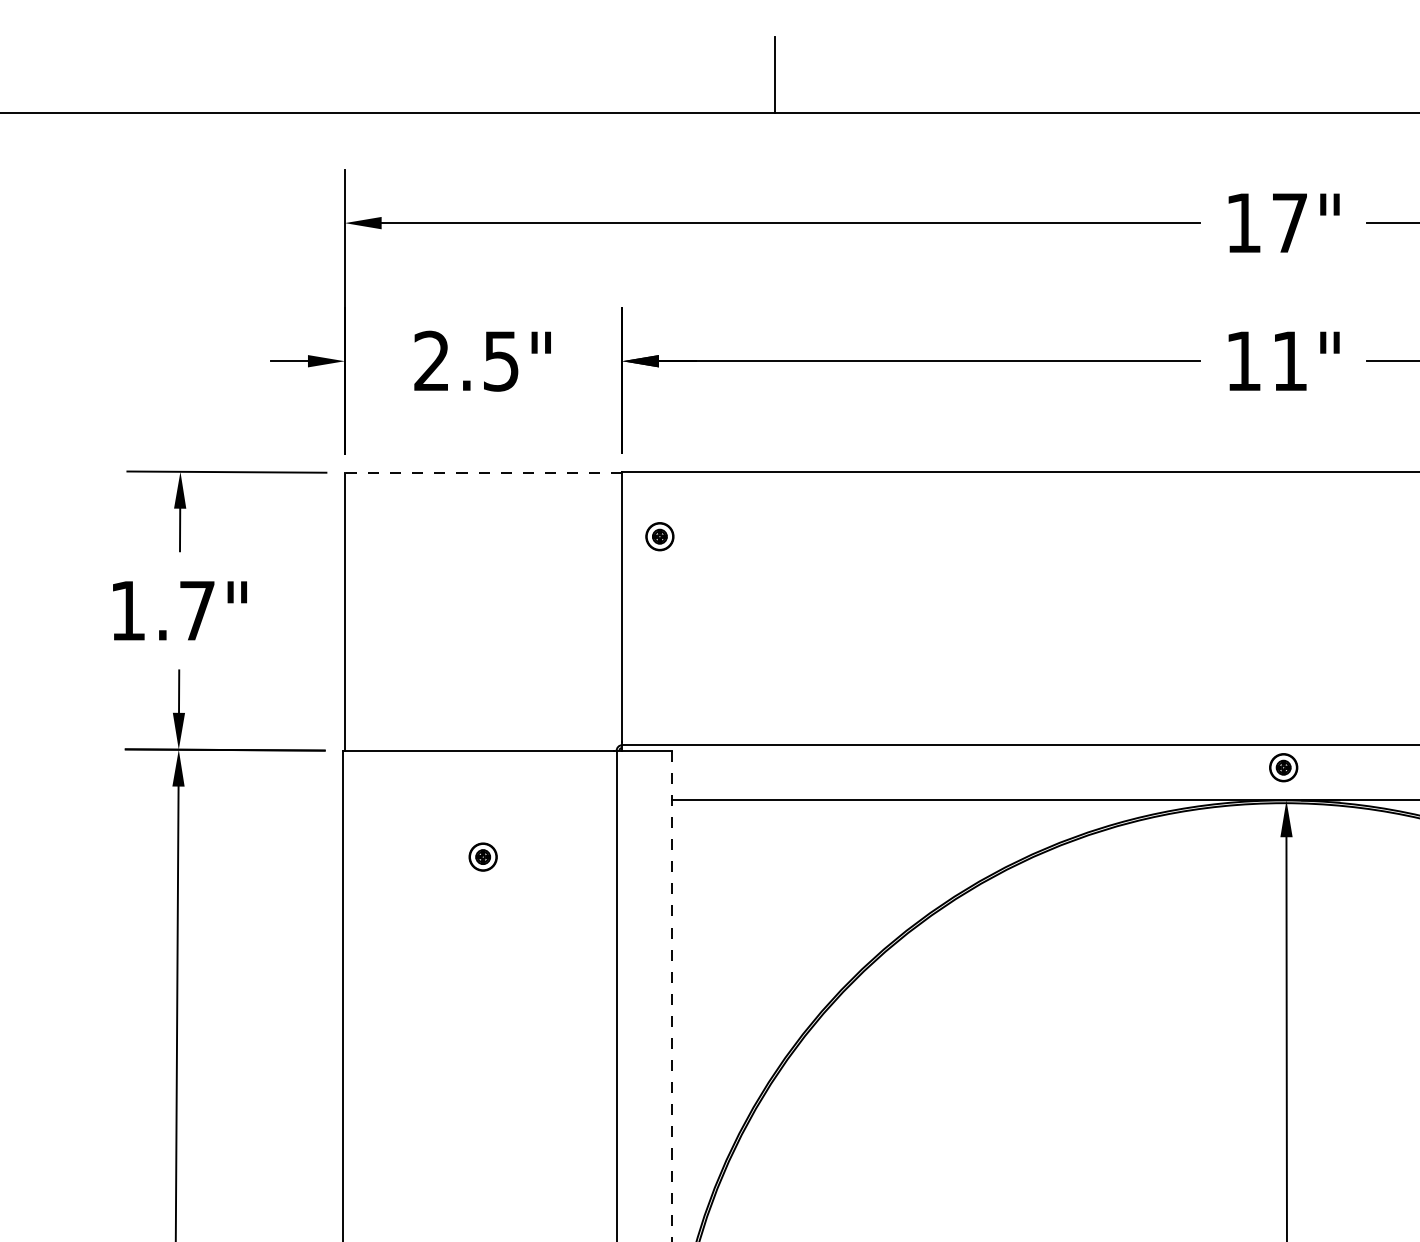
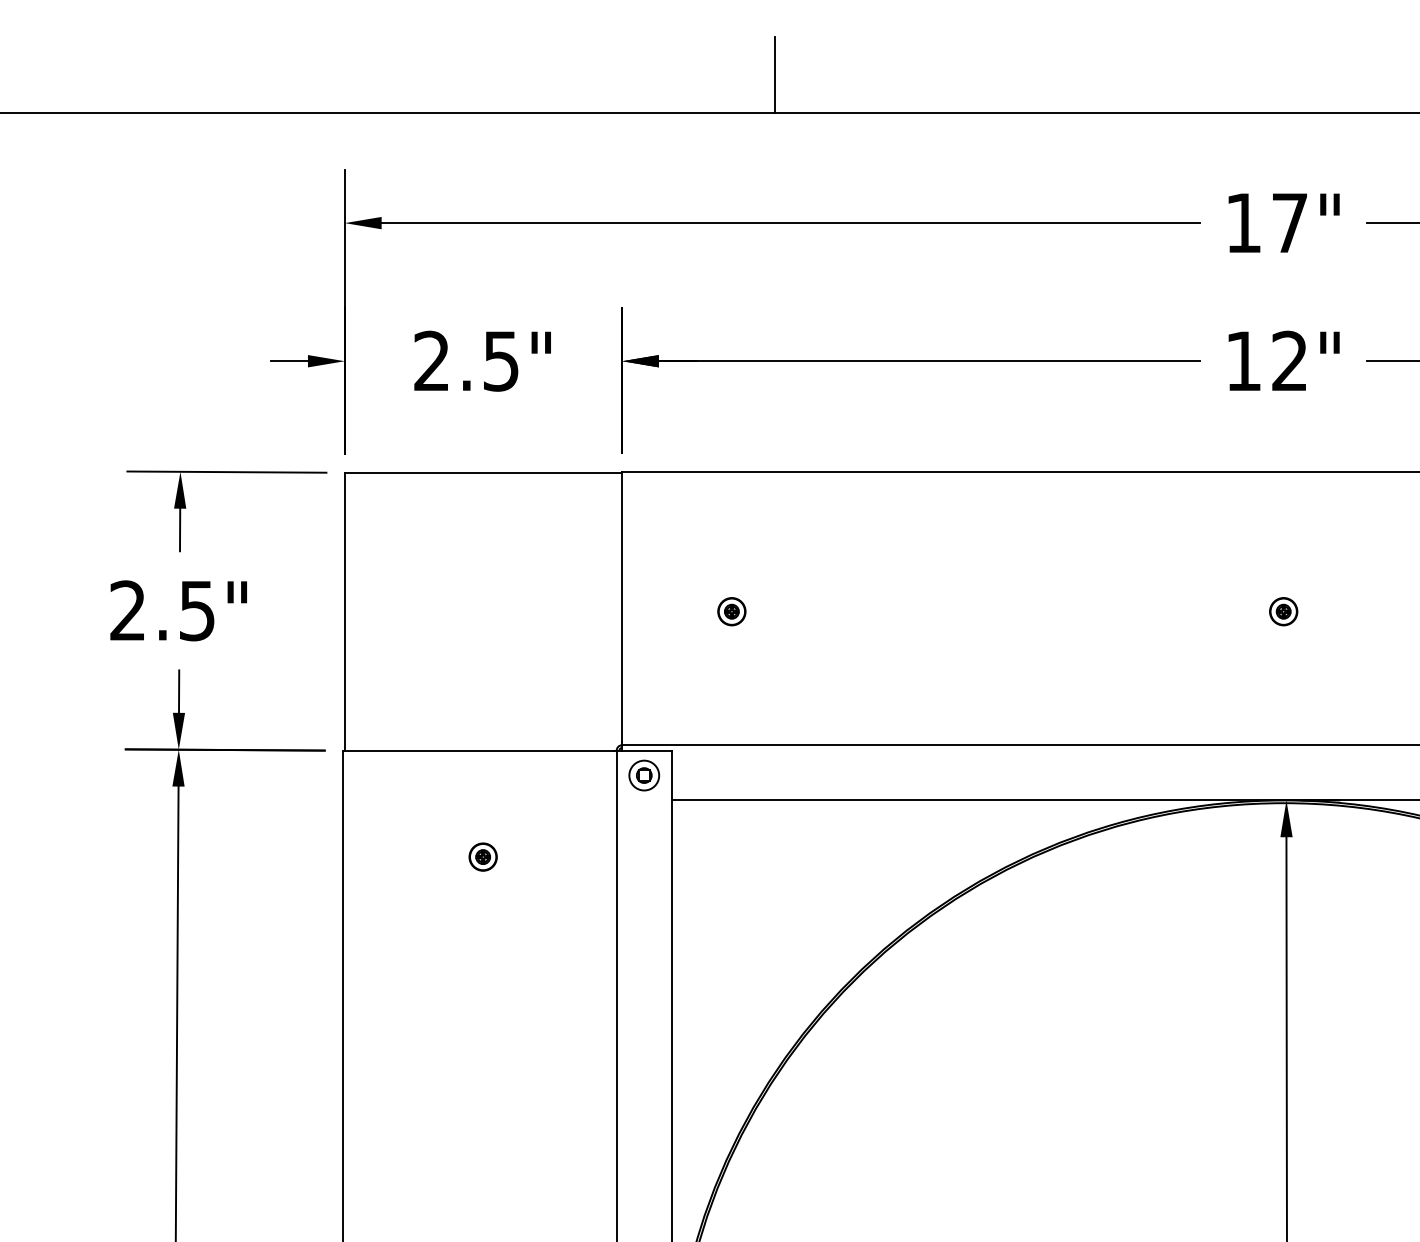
text at (1289, 360): 11" -> 12"
line at (483, 472): dashed -> solid
part at (659, 536) position: (659, 536) -> (731, 611)
text at (162, 610): 1.7" -> 2.5"
part at (1283, 767) position: (1283, 767) -> (1283, 611)
part at (644, 775): none -> present
line at (671, 996): dashed -> solid
